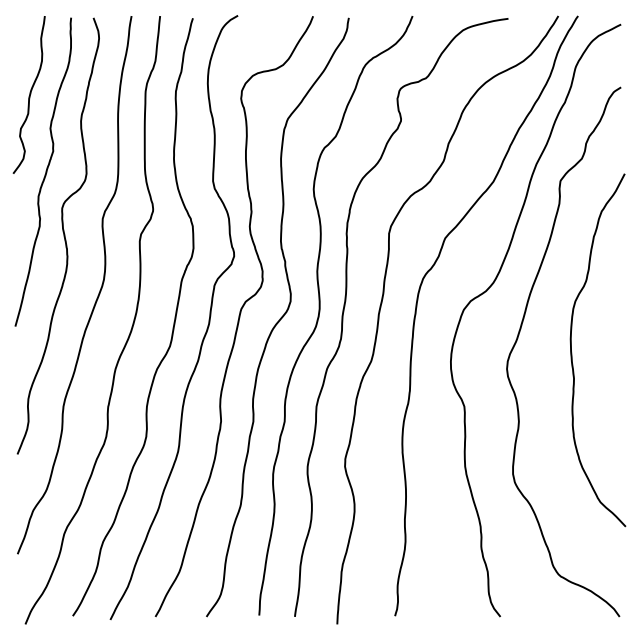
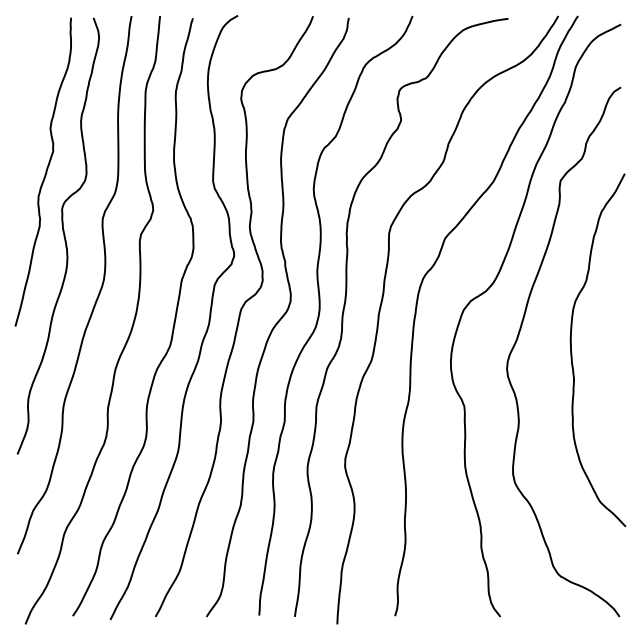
curve at (29, 94): present -> none
